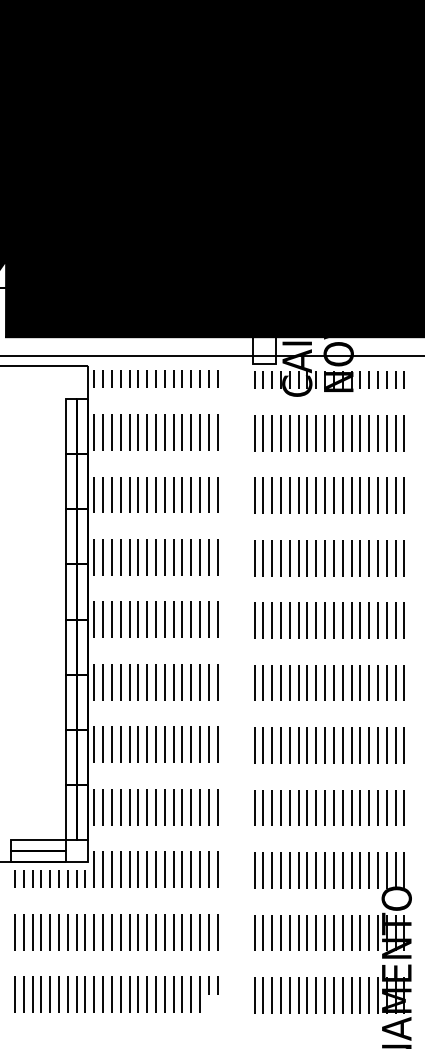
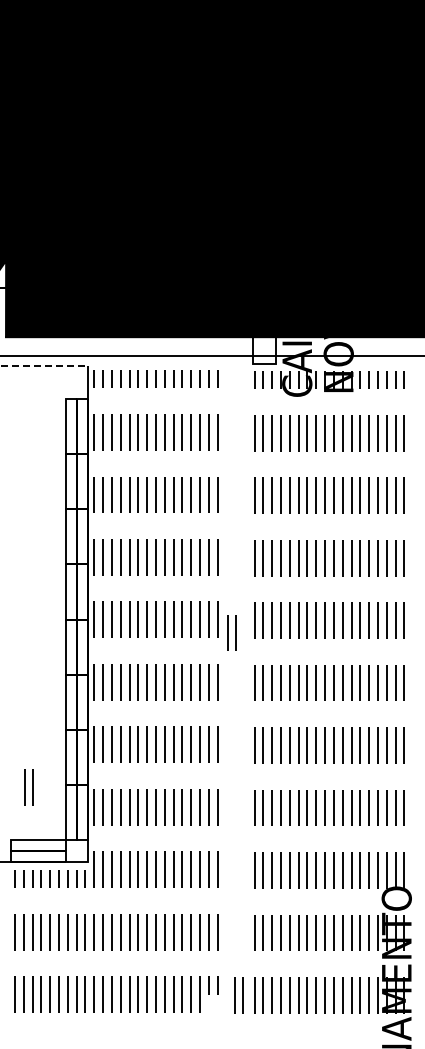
line at (44, 366): solid -> dashed
part at (231, 632): none -> present
part at (28, 787): none -> present
part at (238, 995): none -> present
